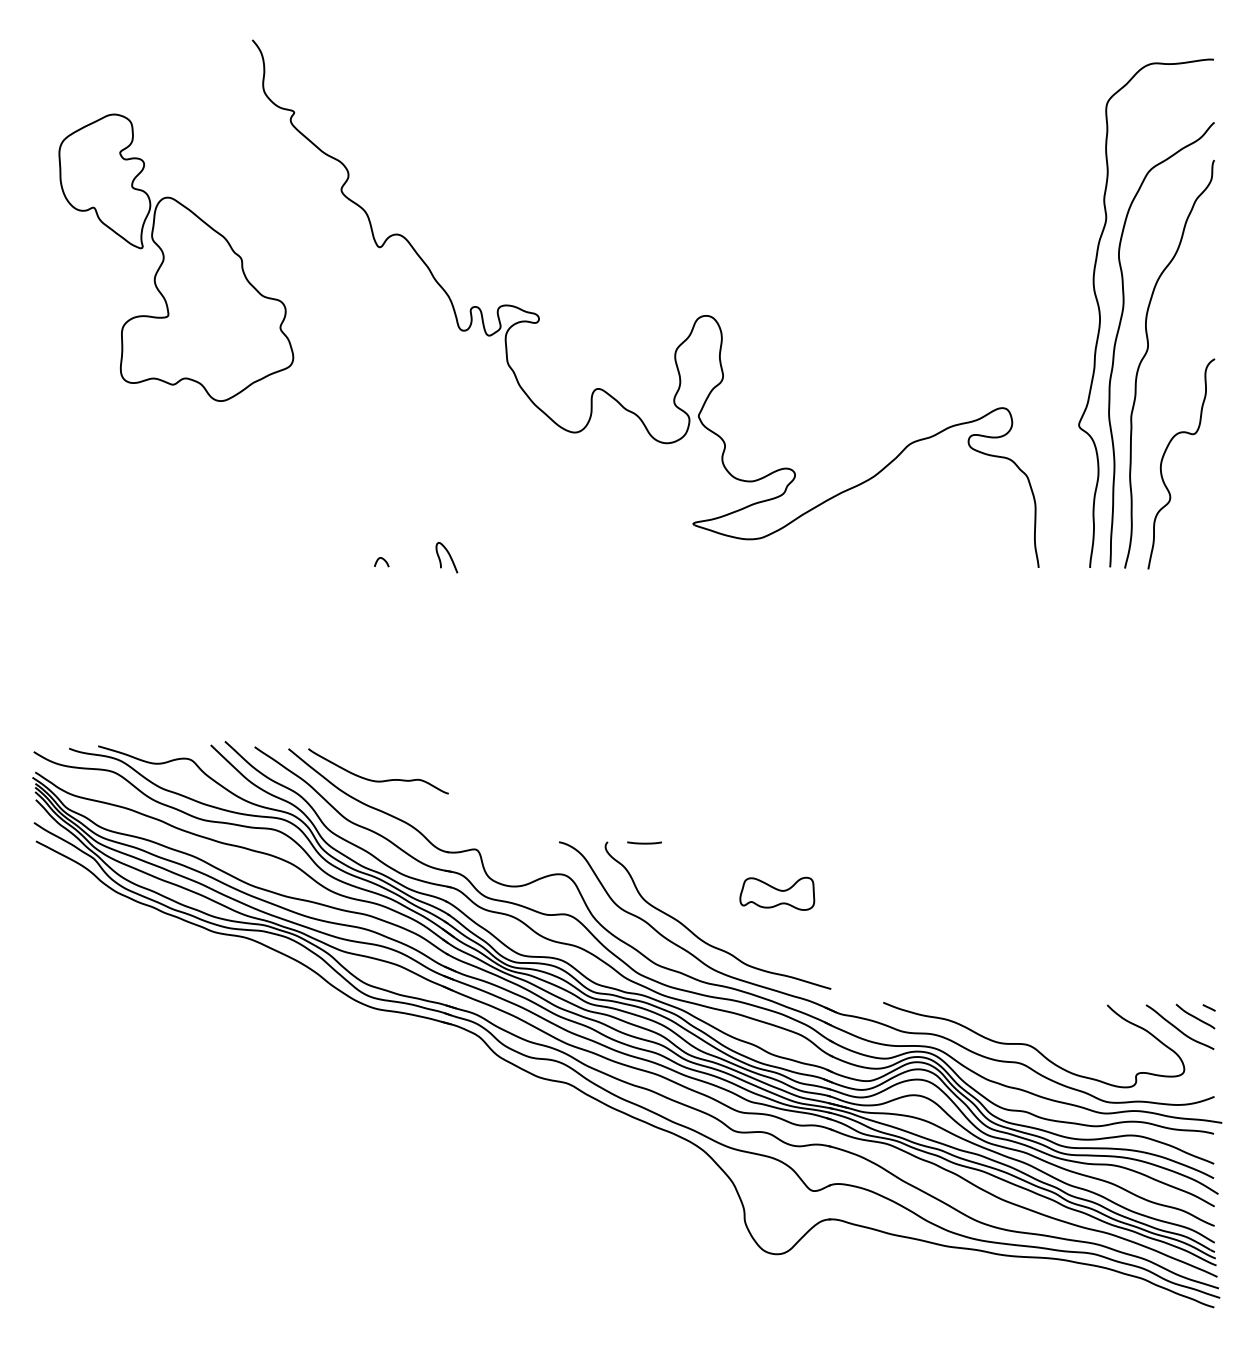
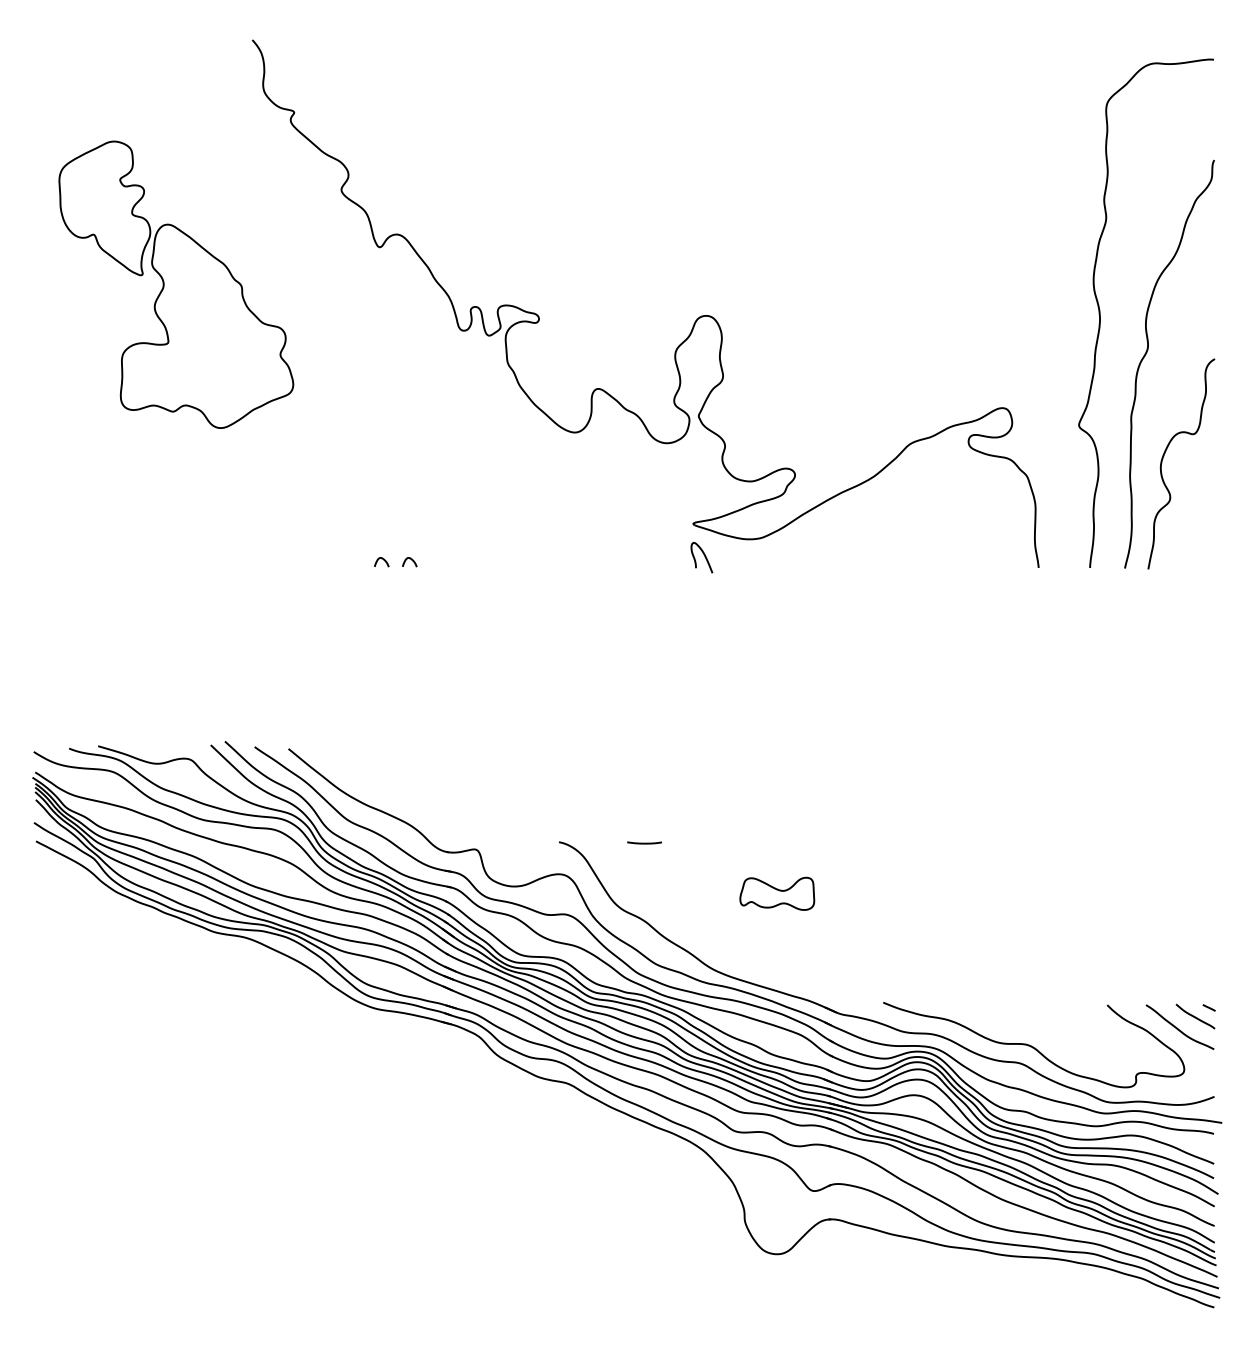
part at (176, 257) position: (176, 257) -> (176, 284)
curve at (1118, 334): present -> none
curve at (448, 555) position: (448, 555) -> (703, 555)
curve at (411, 560): none -> present
curve at (378, 780): present -> none
curve at (702, 939): present -> none
